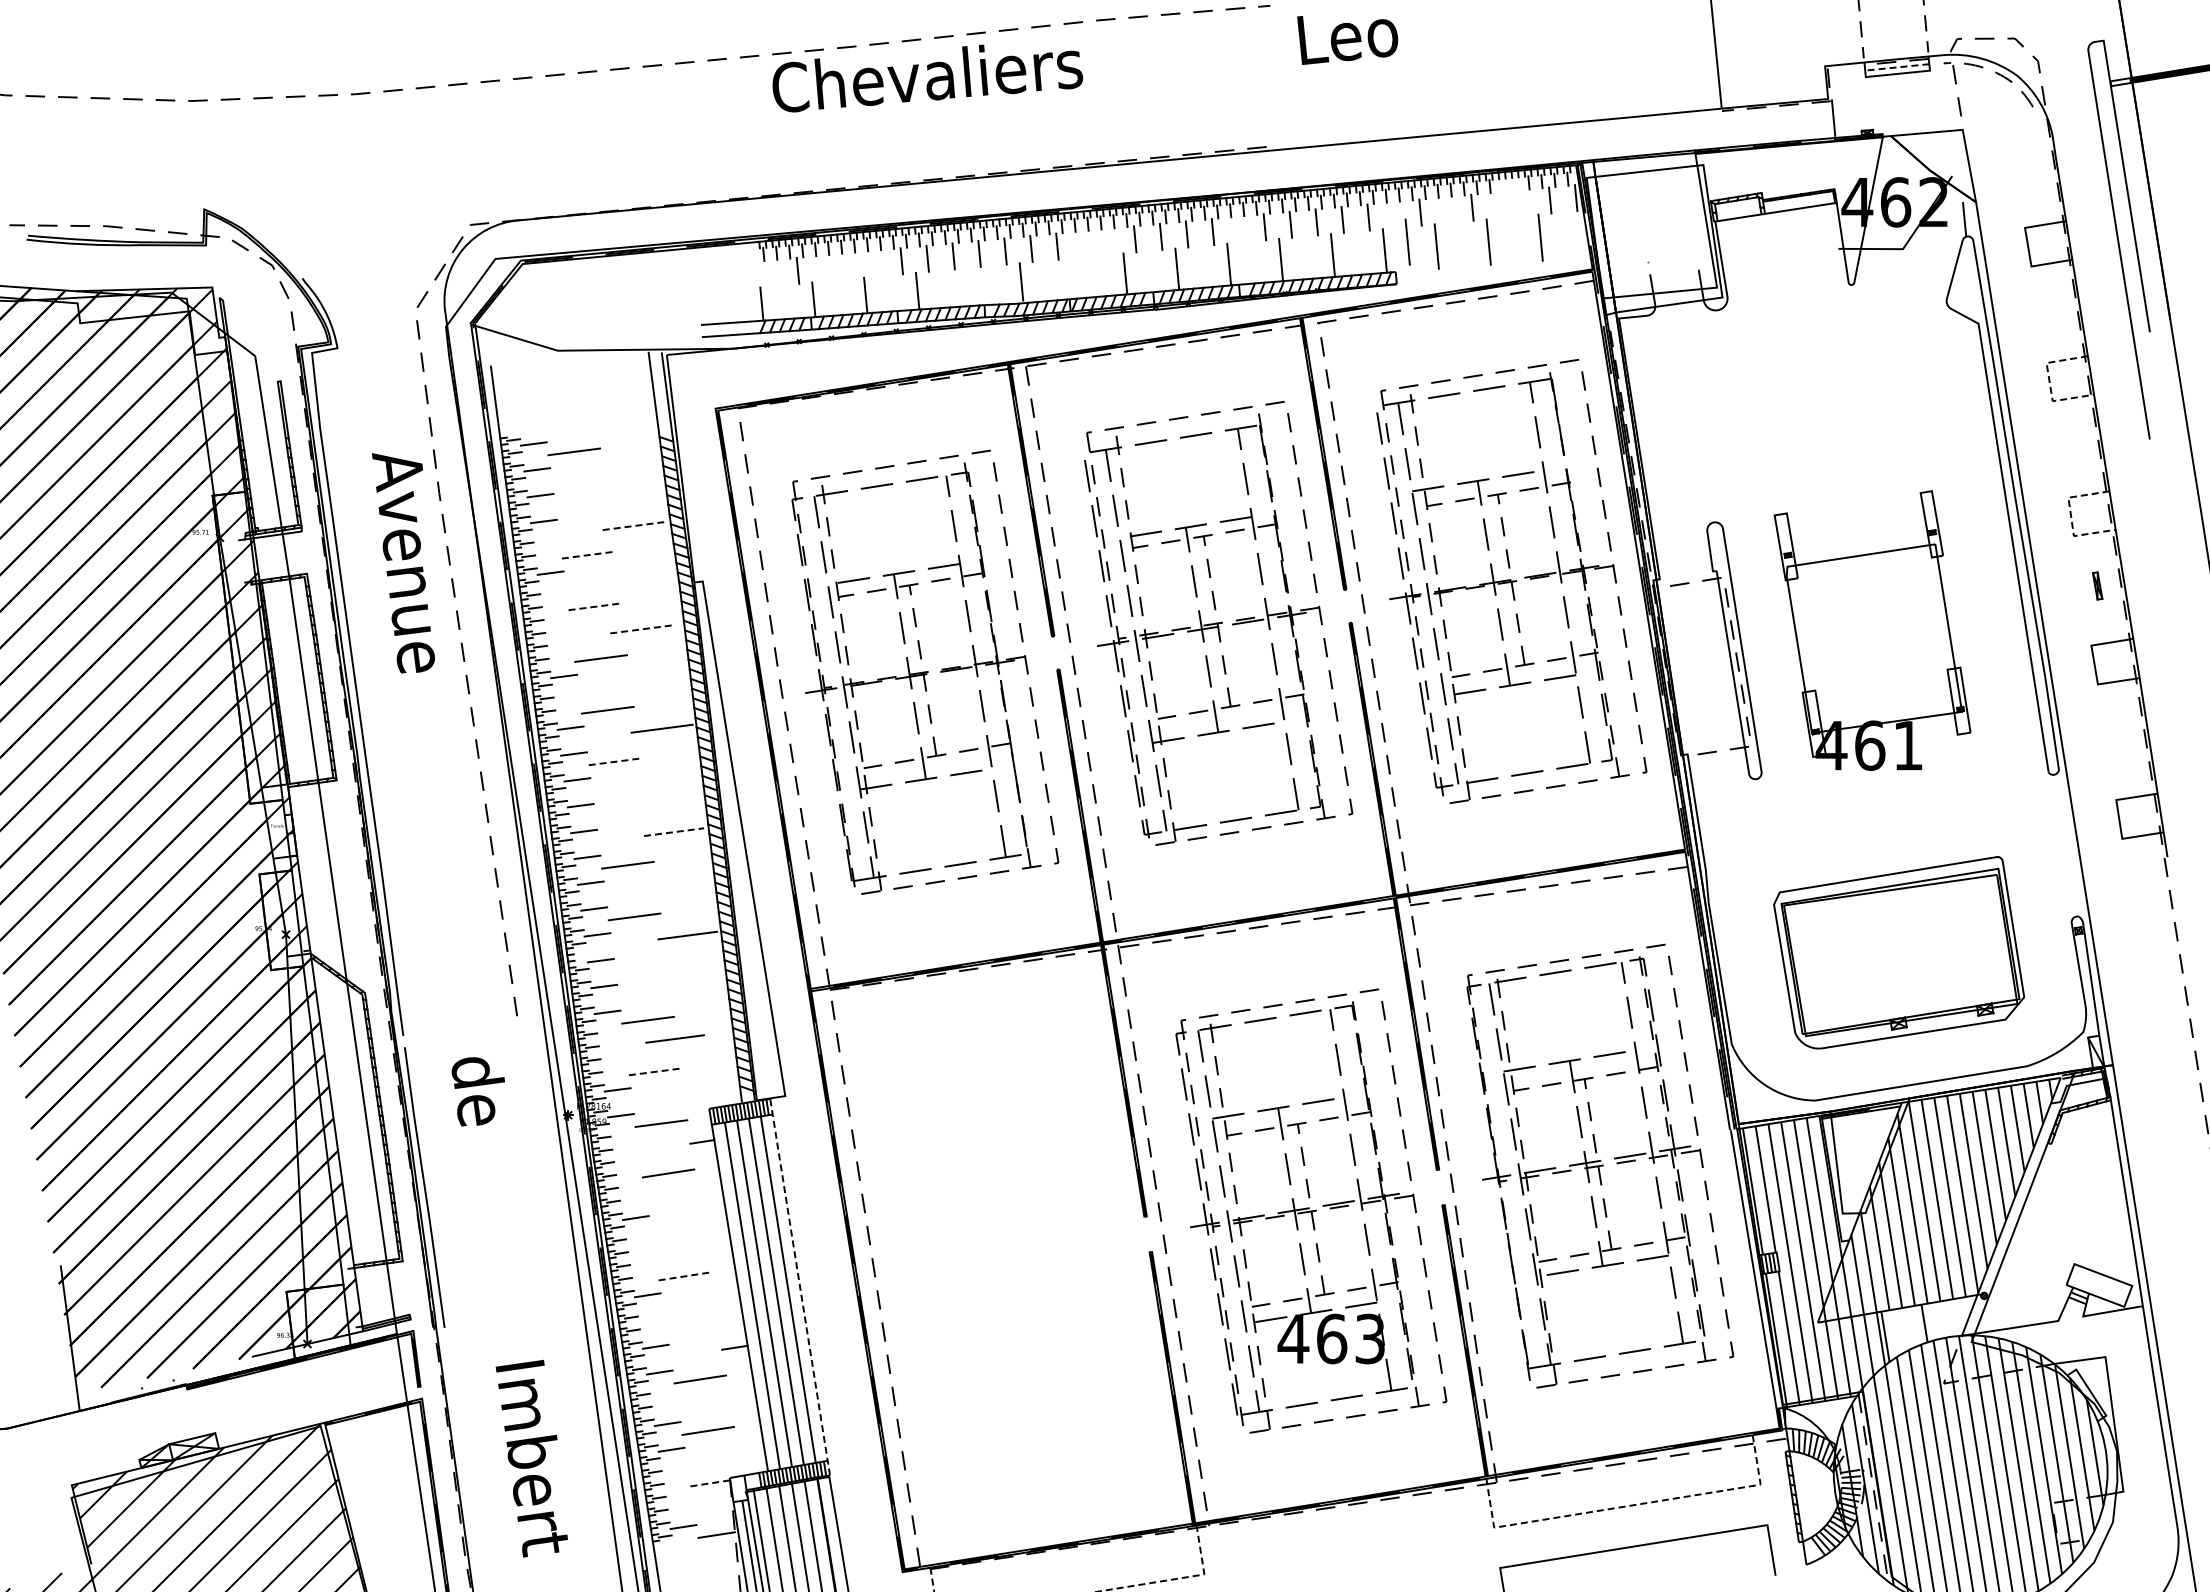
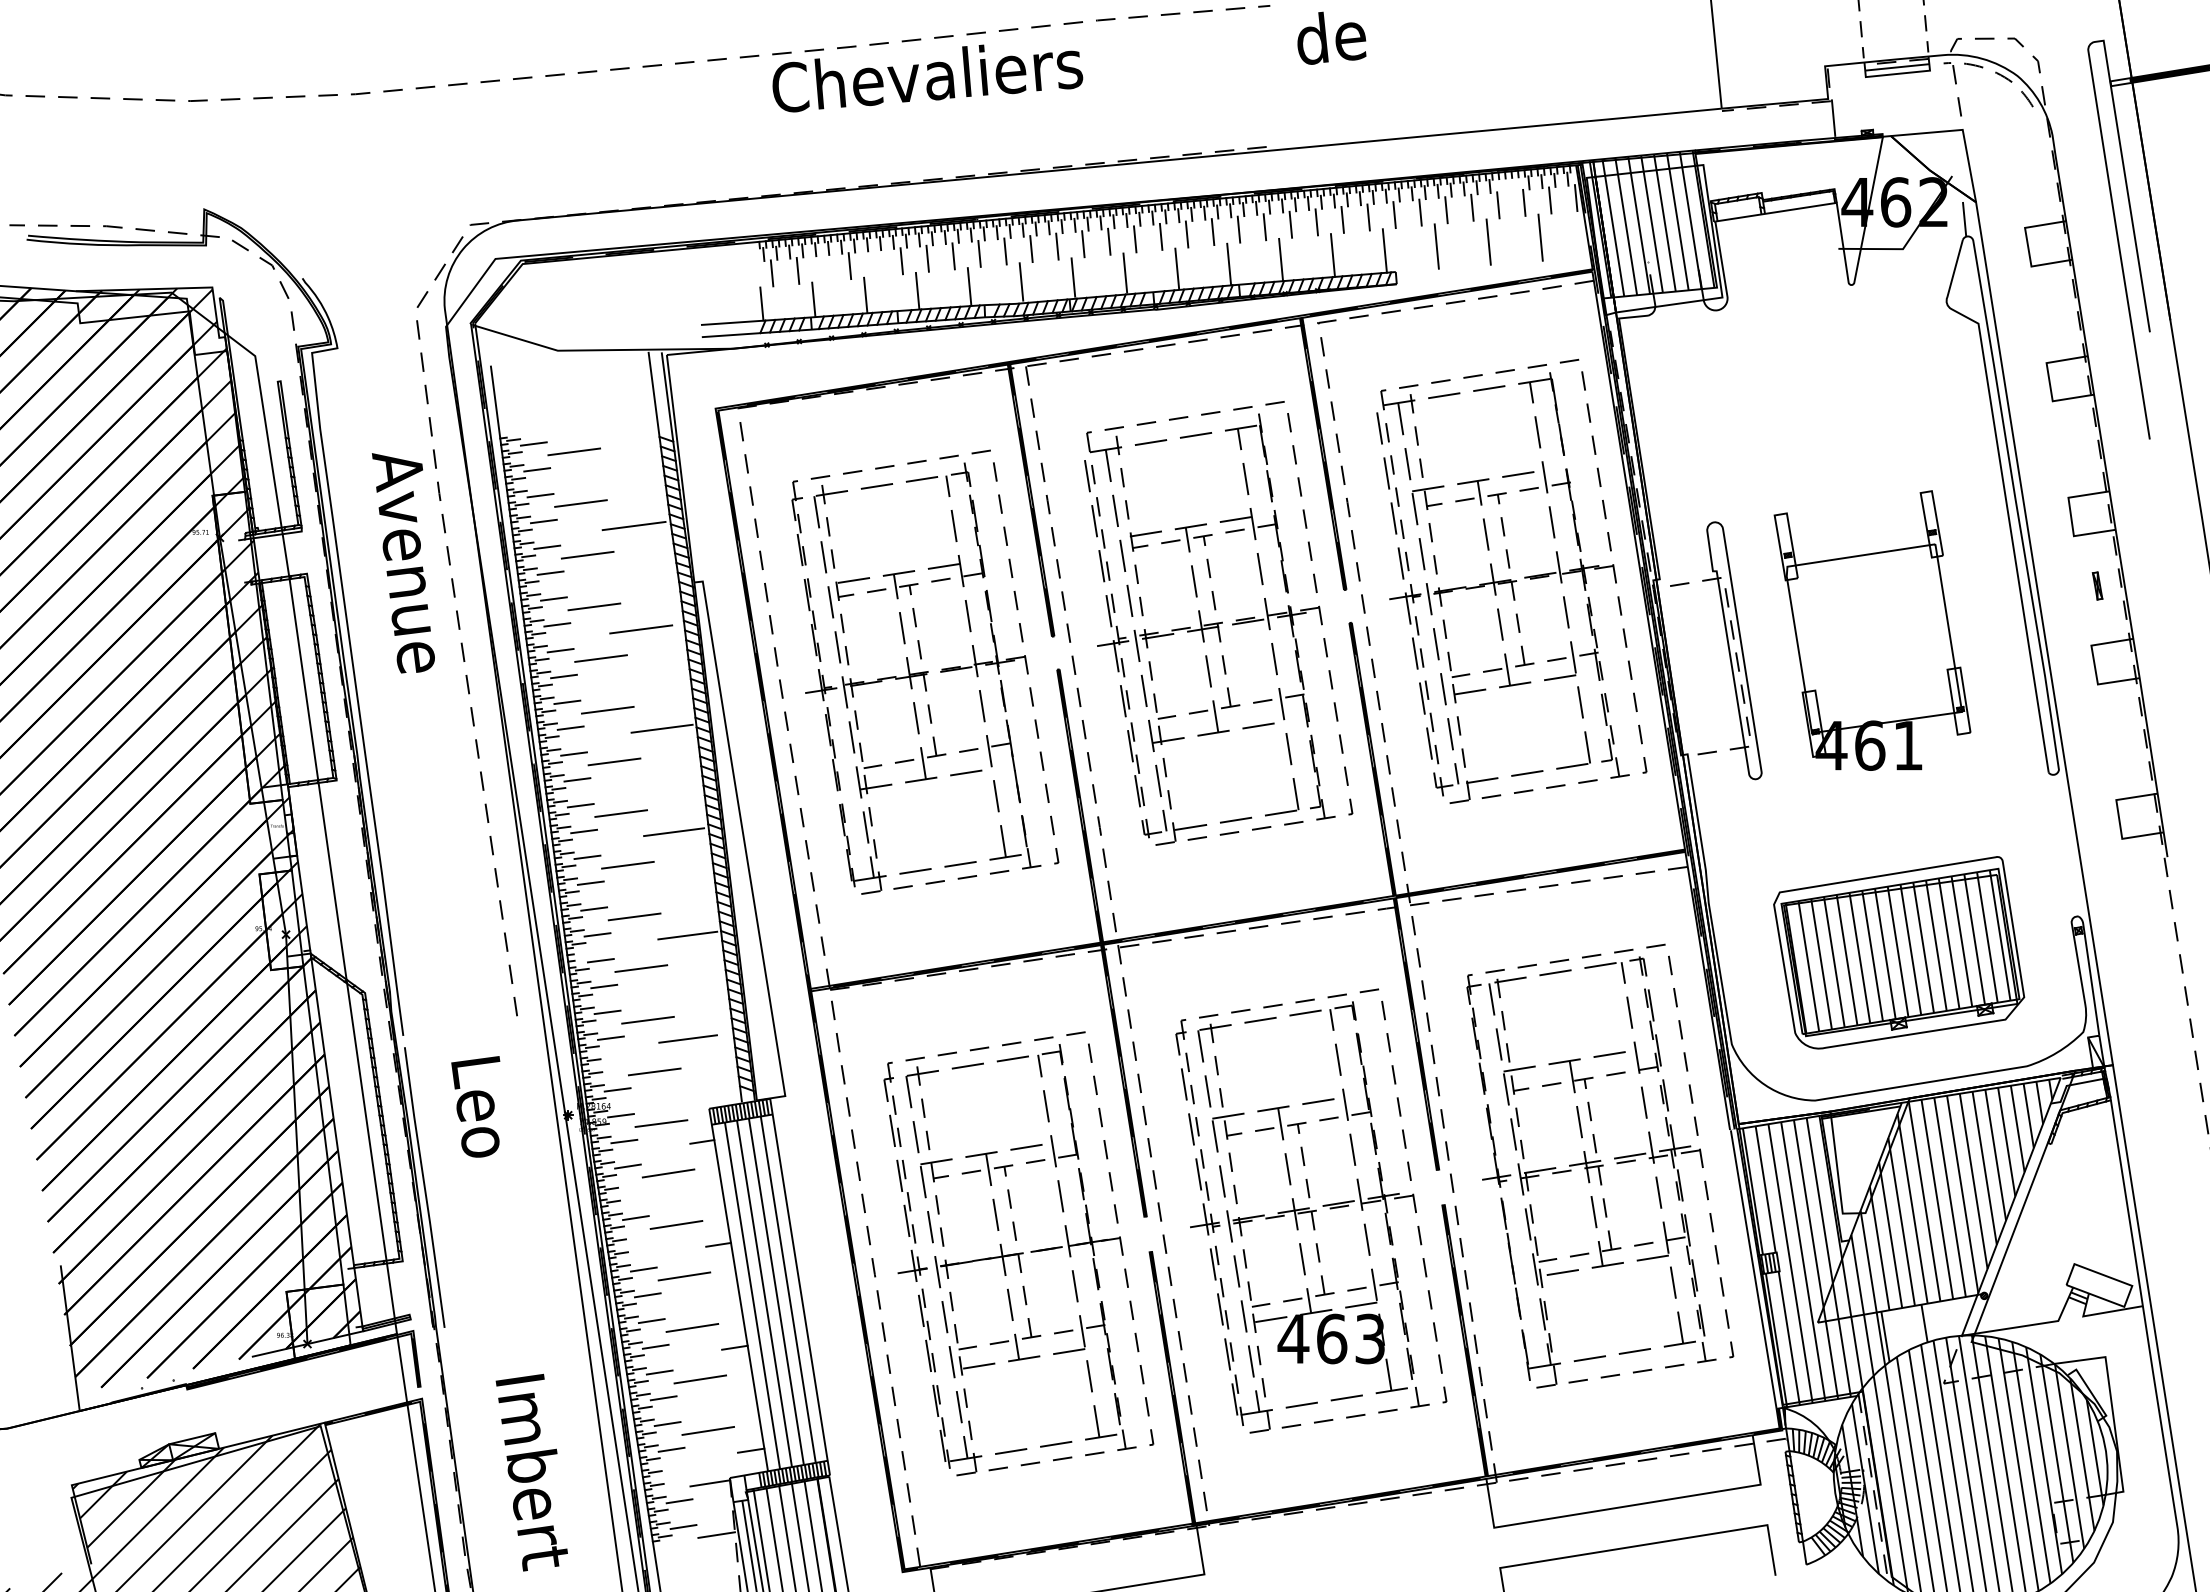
text at (1347, 37): Leo -> de
line at (1896, 67): dashed -> solid
line at (1524, 202): none -> present
line at (1498, 205): none -> present
line at (1446, 210): none -> present
line at (1394, 215): none -> present
hatch at (1651, 223): none -> present
line at (1238, 229): none -> present
line at (1109, 241): none -> present
line at (1407, 241): present -> none
line at (1083, 244): none -> present
line at (849, 266): none -> present
line at (771, 273): none -> present
line at (1073, 277): none -> present
line at (969, 286): none -> present
line at (2049, 382): dashed -> solid
line at (580, 503): none -> present
line at (2071, 517): dashed -> solid
line at (634, 526): dashed -> solid
line at (547, 547): none -> present
line at (588, 555): dashed -> solid
line at (553, 598): none -> present
line at (594, 606): dashed -> solid
line at (557, 624): none -> present
line at (641, 629): dashed -> solid
line at (560, 650): none -> present
line at (567, 702): none -> present
line at (614, 761): dashed -> solid
line at (620, 813): none -> present
line at (674, 832): dashed -> solid
hatch at (1897, 951): none -> present
line at (641, 968): none -> present
line at (610, 1037): none -> present
line at (674, 1038) position: (674, 1038) -> (687, 1038)
line at (655, 1071): dashed -> solid
text at (478, 1106): de -> Leo
line at (624, 1141): none -> present
line at (627, 1166): none -> present
line at (676, 1224): none -> present
line at (718, 1244): none -> present
part at (1018, 1253): none -> present
line at (643, 1269): none -> present
line at (684, 1276): dashed -> solid
line at (800, 1287): dashed -> solid
line at (651, 1321): none -> present
line at (692, 1327): none -> present
line at (663, 1398): none -> present
line at (750, 1450): none -> present
text at (531, 1458) position: (531, 1458) -> (531, 1472)
line at (710, 1483): dashed -> solid
line at (679, 1501): none -> present
line at (1627, 1506): dashed -> solid
line at (1163, 1581): dashed -> solid
